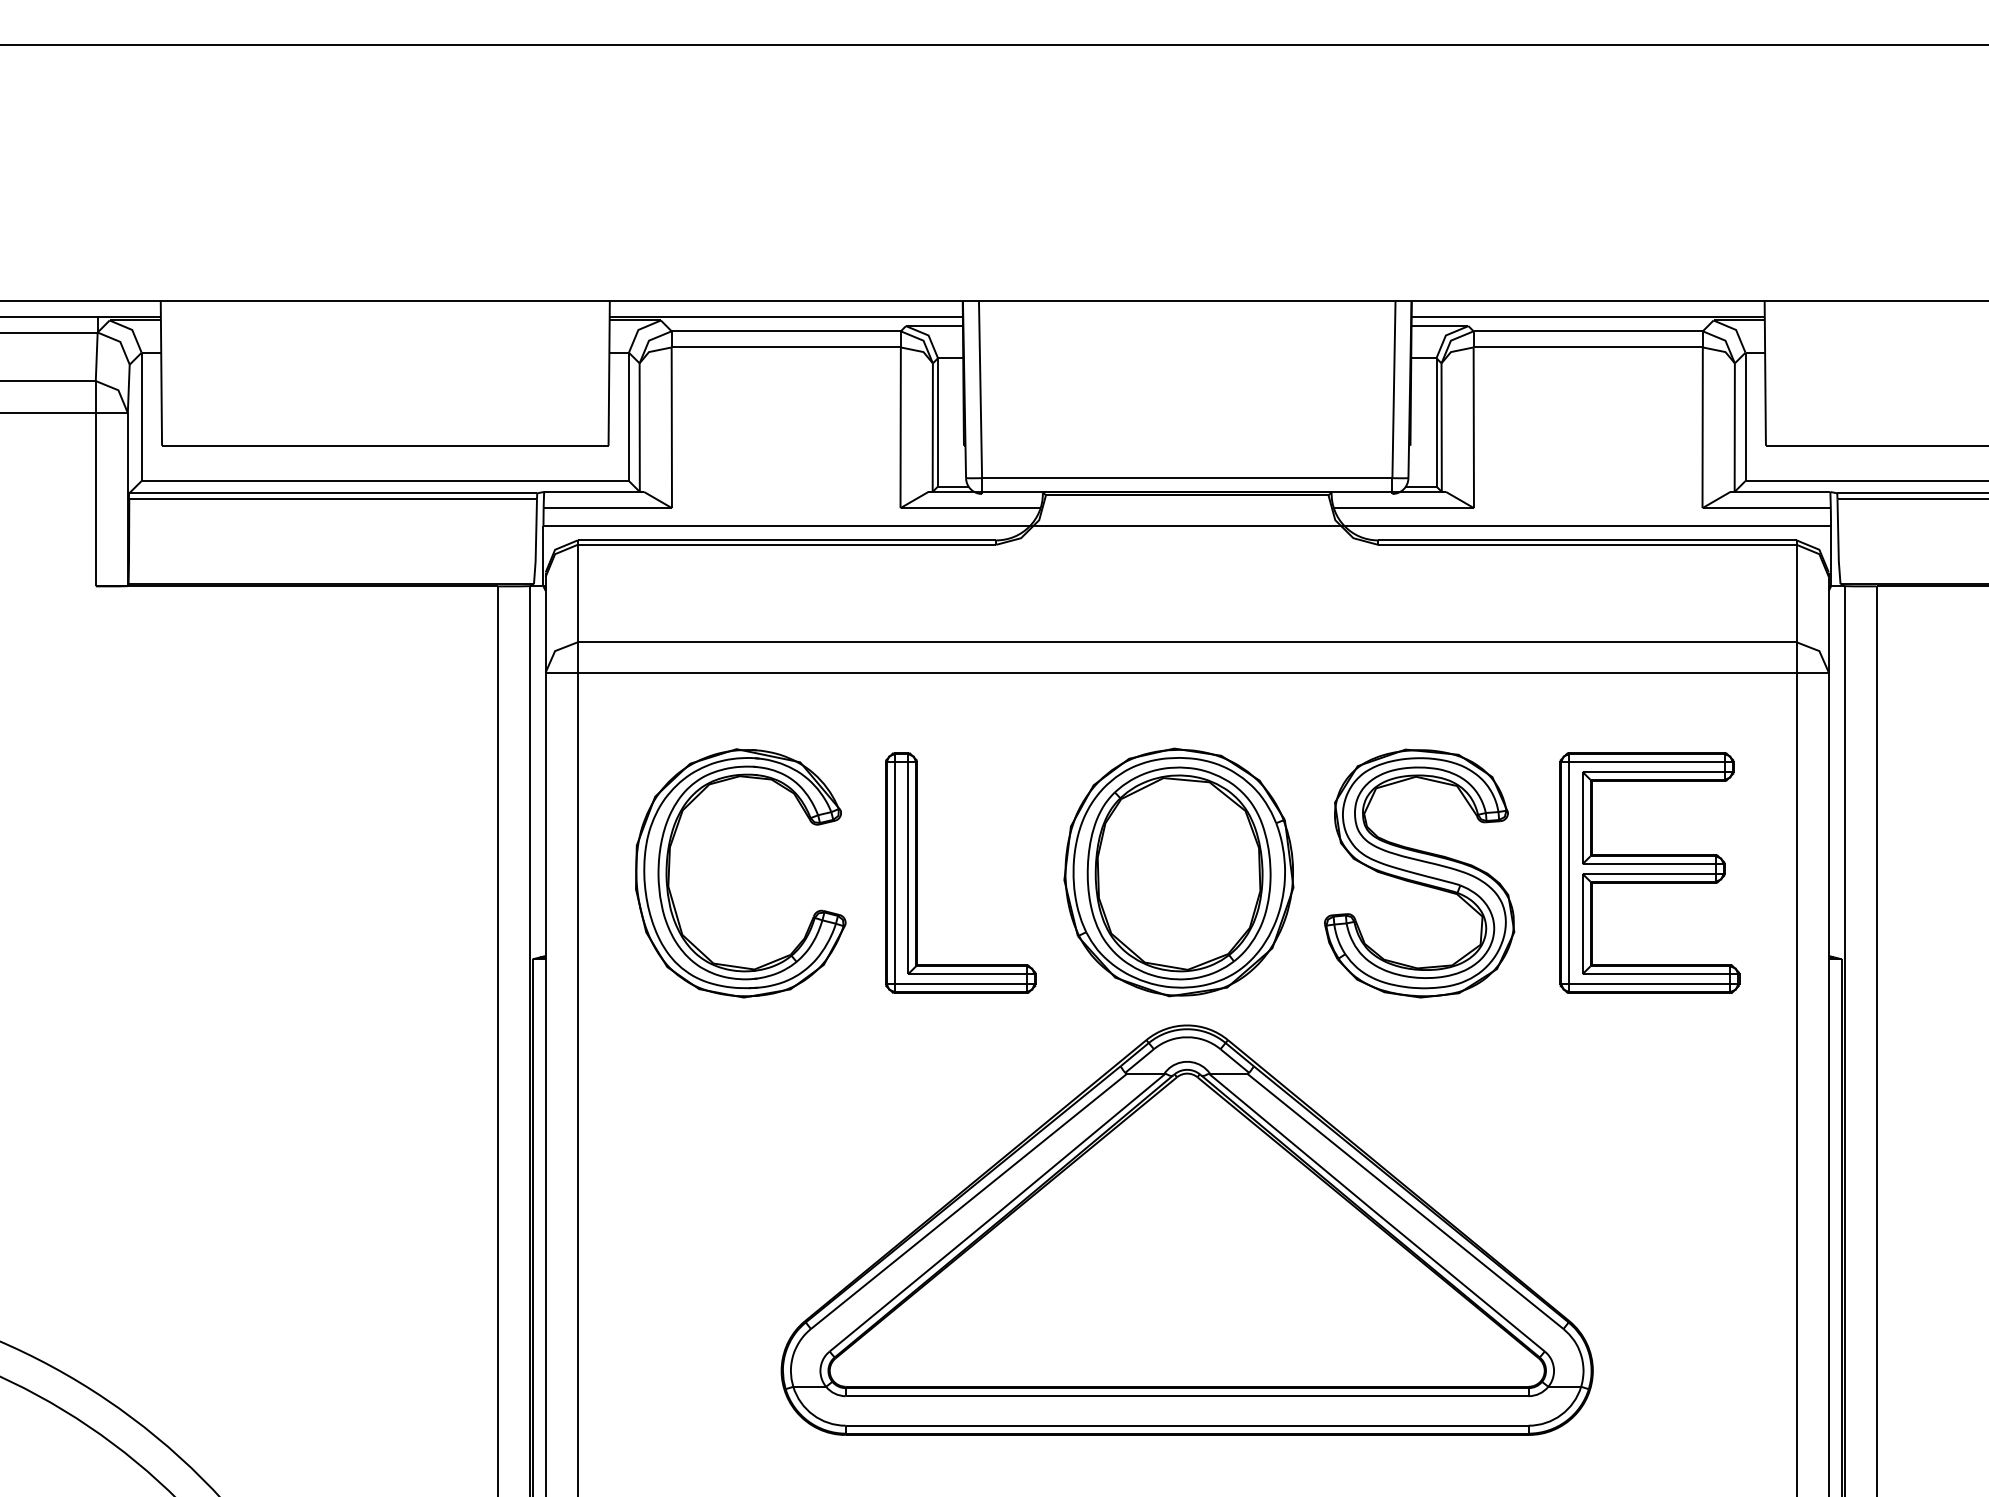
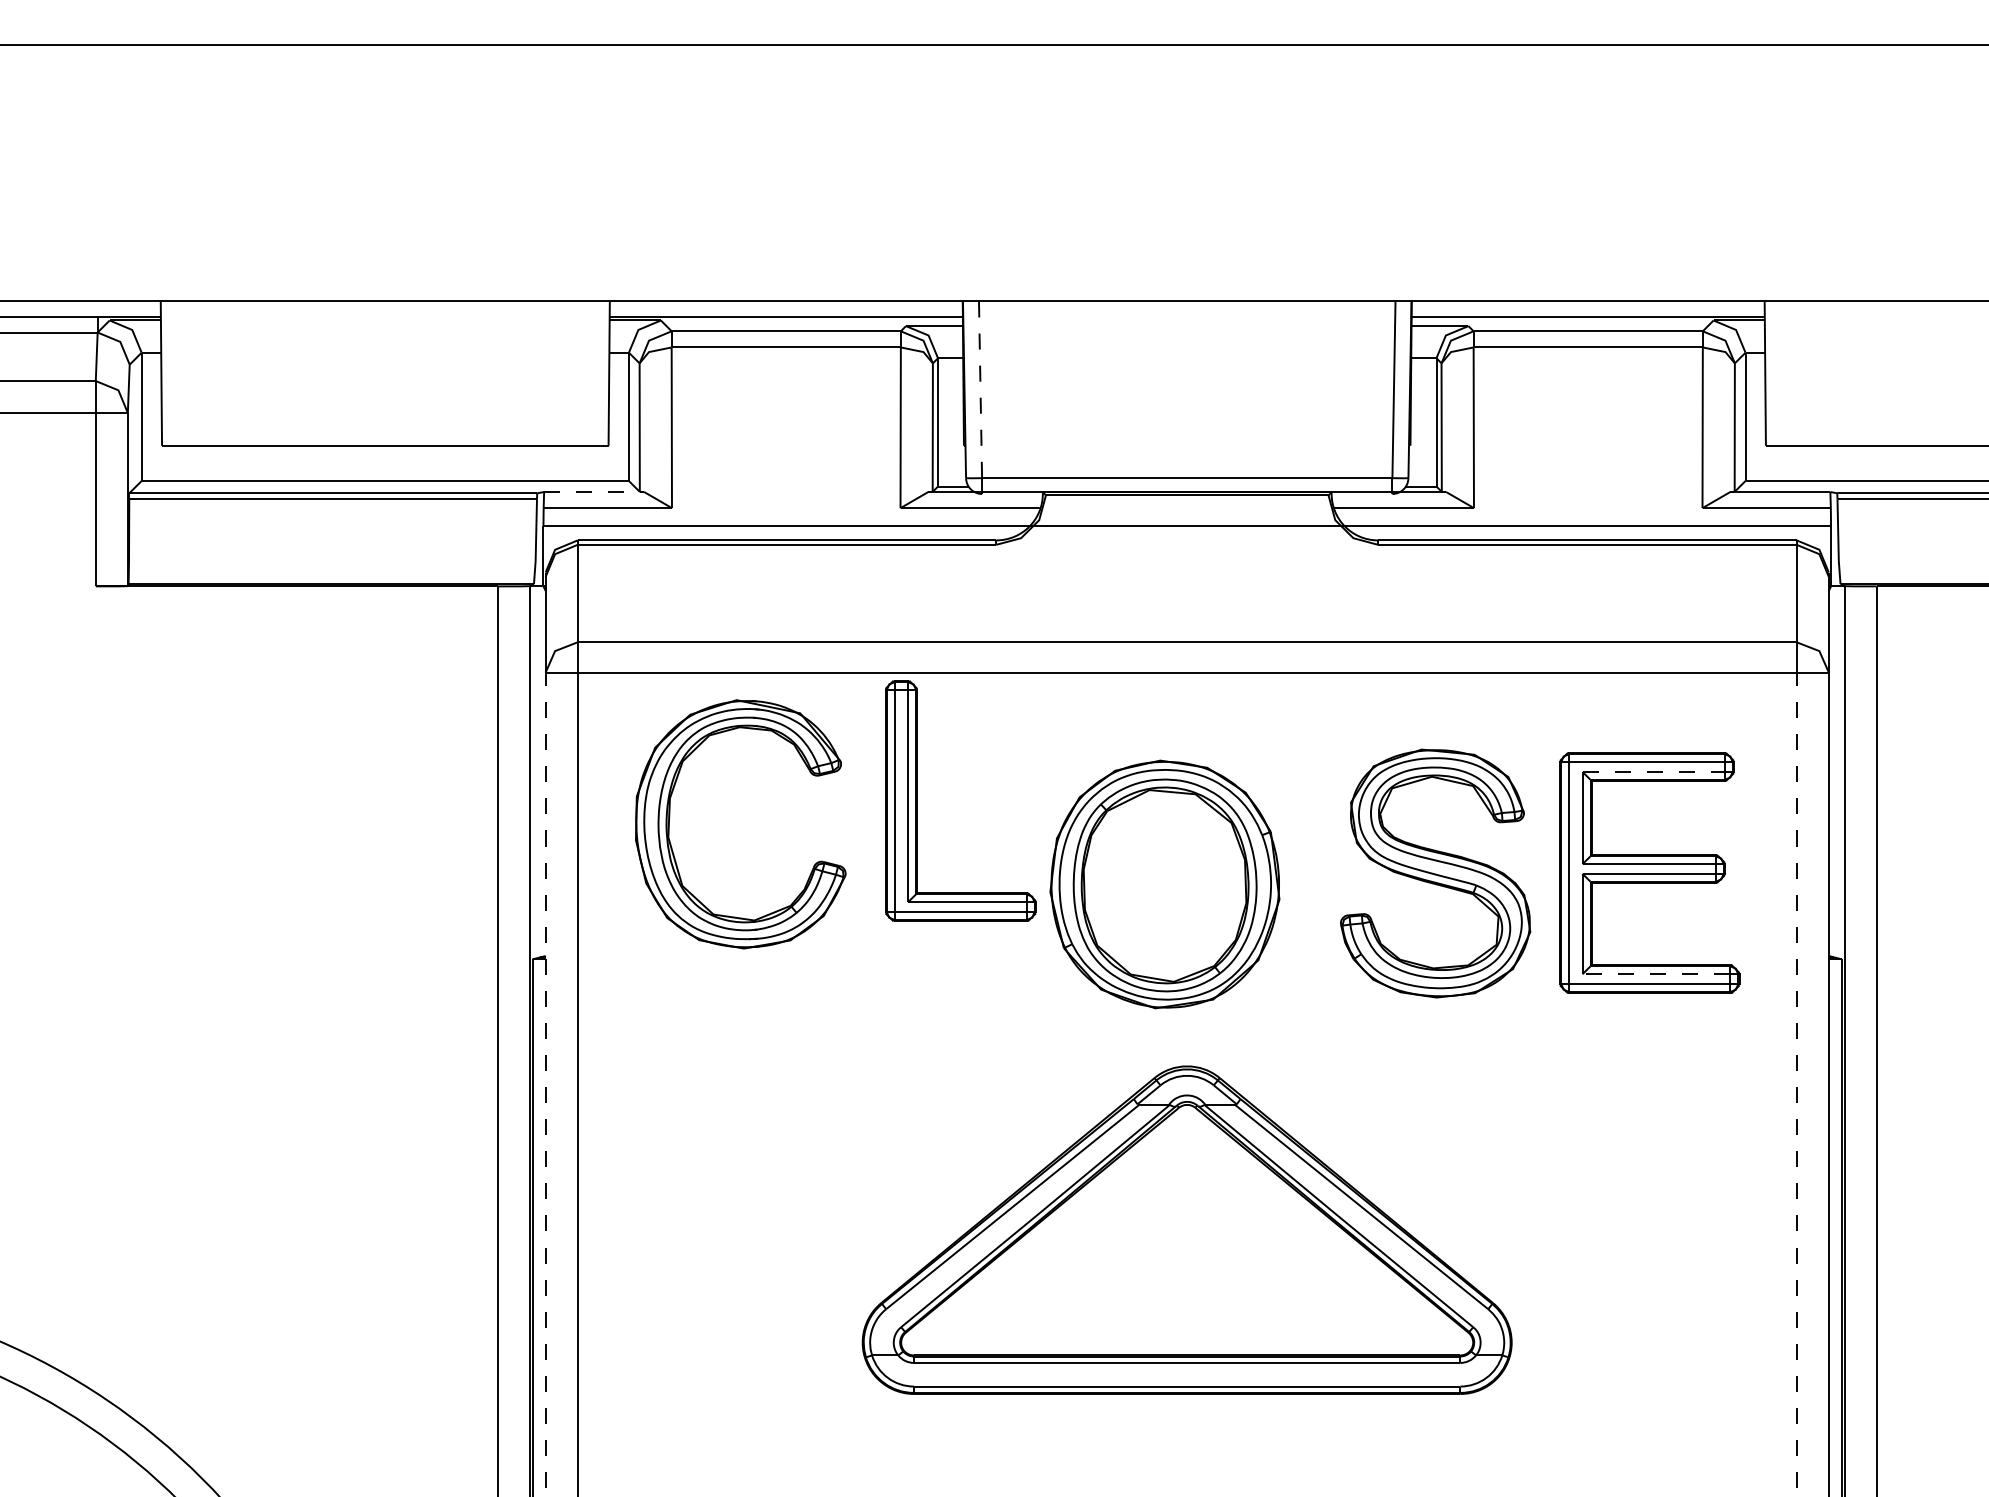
line at (980, 390): solid -> dashed
line at (594, 491): solid -> dashed
line at (1654, 771): solid -> dashed
part at (670, 866) position: (670, 866) -> (670, 817)
part at (917, 872) position: (917, 872) -> (917, 800)
part at (1178, 872) position: (1178, 872) -> (1164, 884)
part at (1419, 873) position: (1419, 873) -> (1435, 873)
line at (1656, 974): solid -> dashed
line at (545, 1084): solid -> dashed
line at (1796, 1084): solid -> dashed
part at (1186, 1229) size: 814x412 px -> 652x330 px
